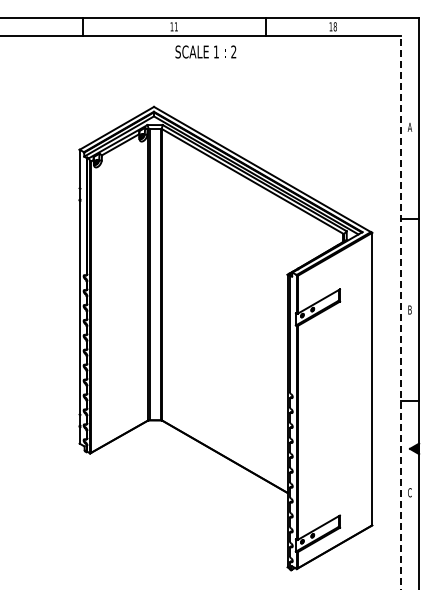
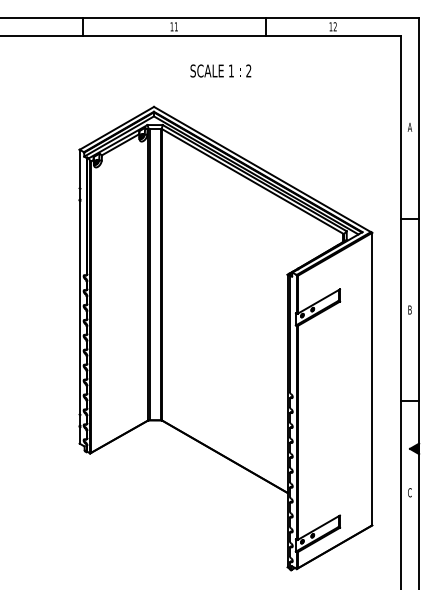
text at (334, 26): 18 -> 12
text at (205, 51) position: (205, 51) -> (220, 70)
line at (400, 312): dashed -> solid
